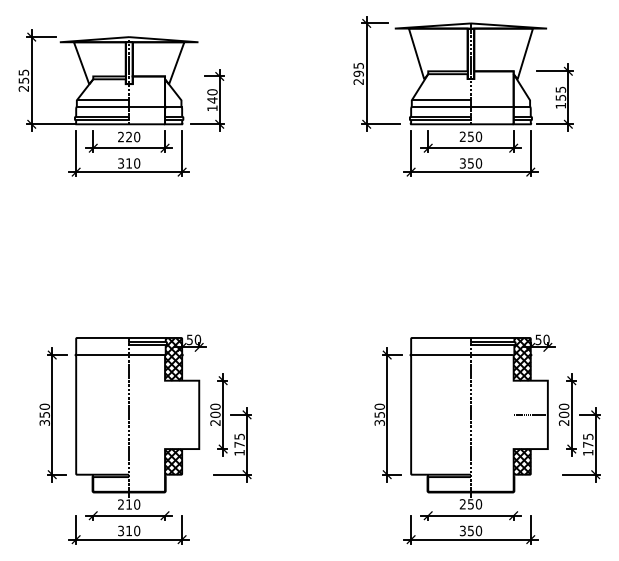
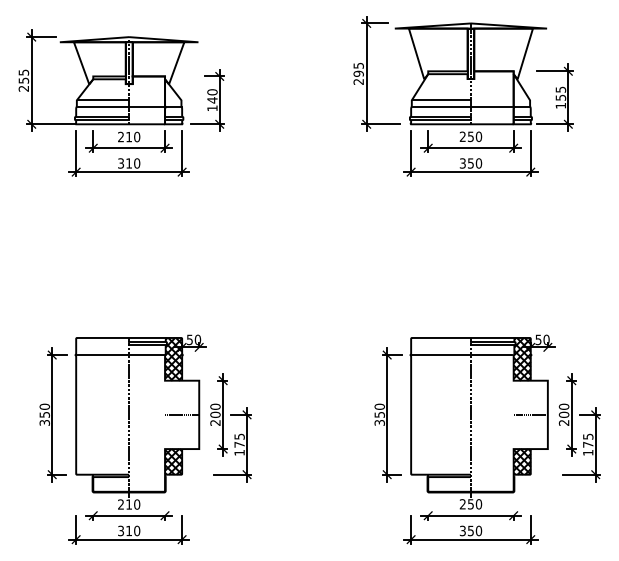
text at (128, 136): 220 -> 210
line at (182, 414): none -> present
